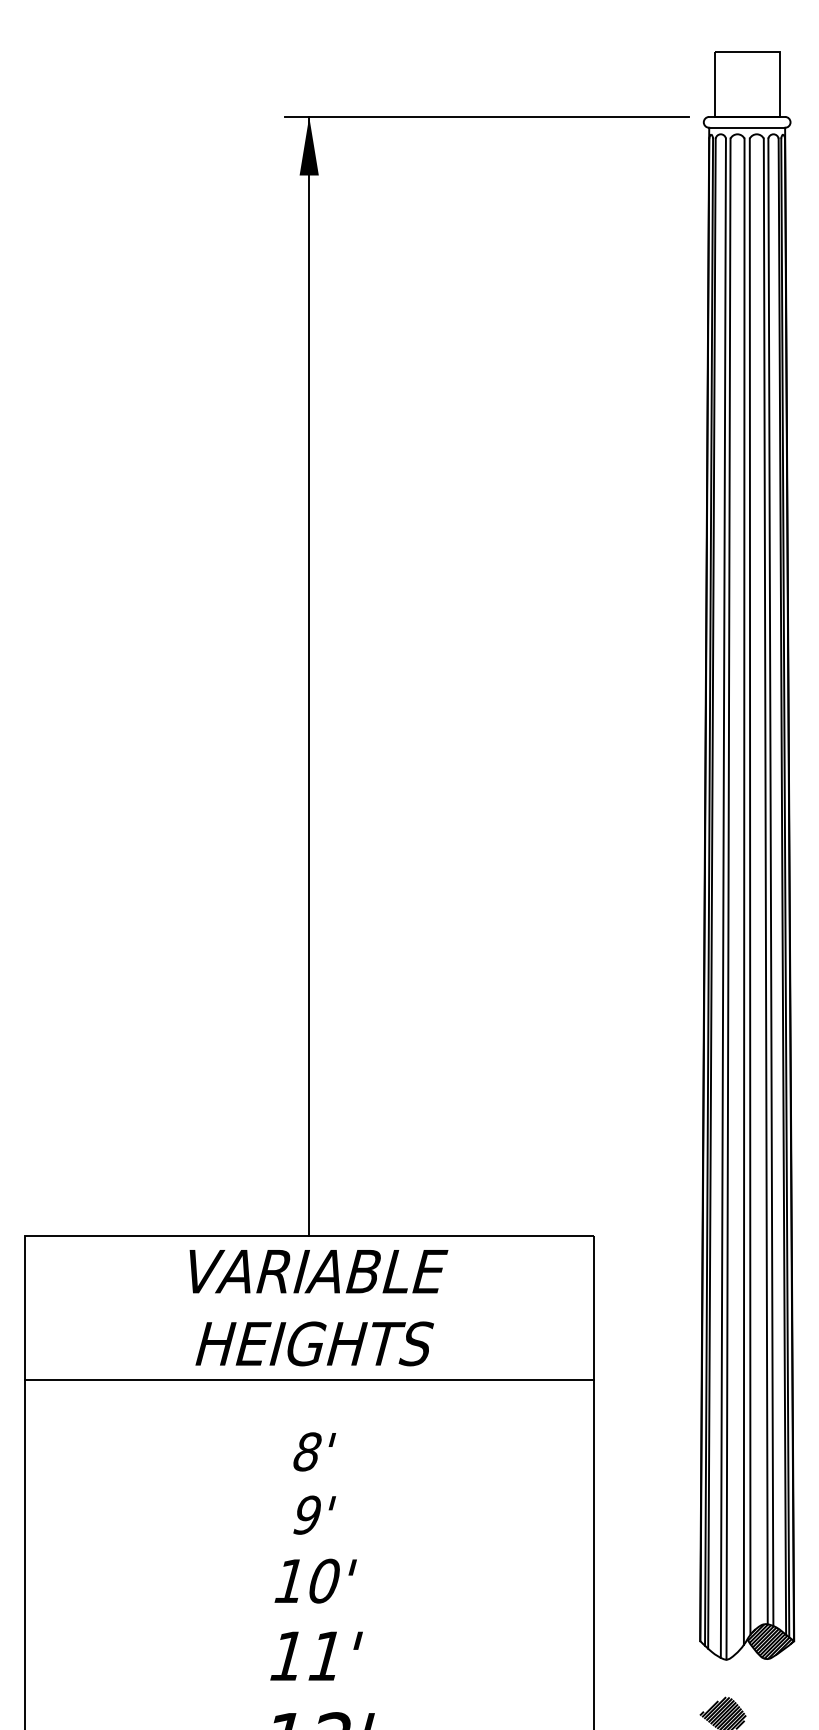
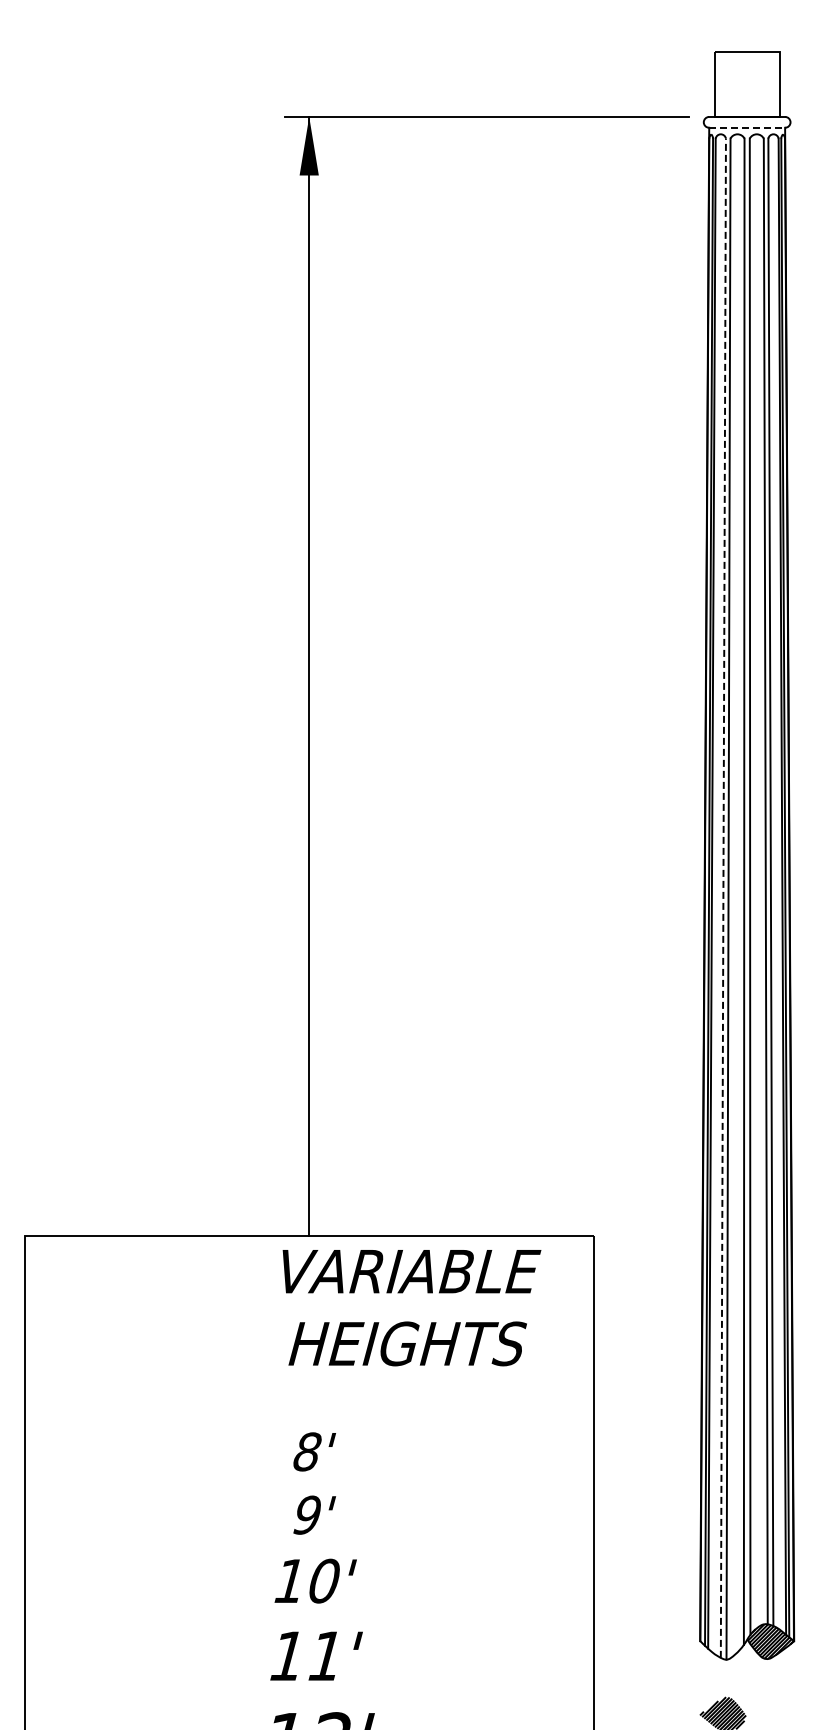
line at (747, 127): solid -> dashed
line at (723, 898): solid -> dashed
text at (318, 1308) position: (318, 1308) -> (411, 1308)
line at (308, 1379): present -> none
